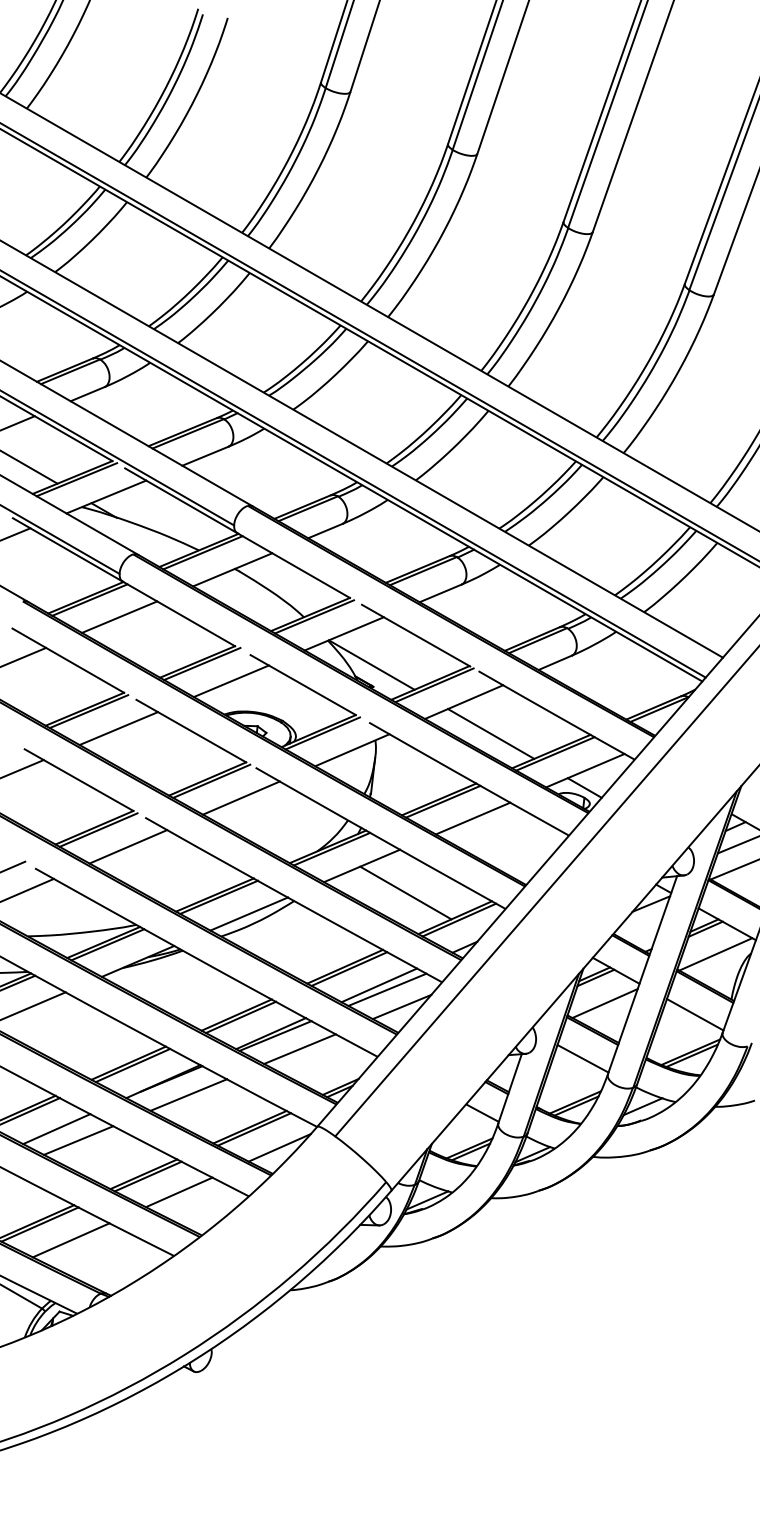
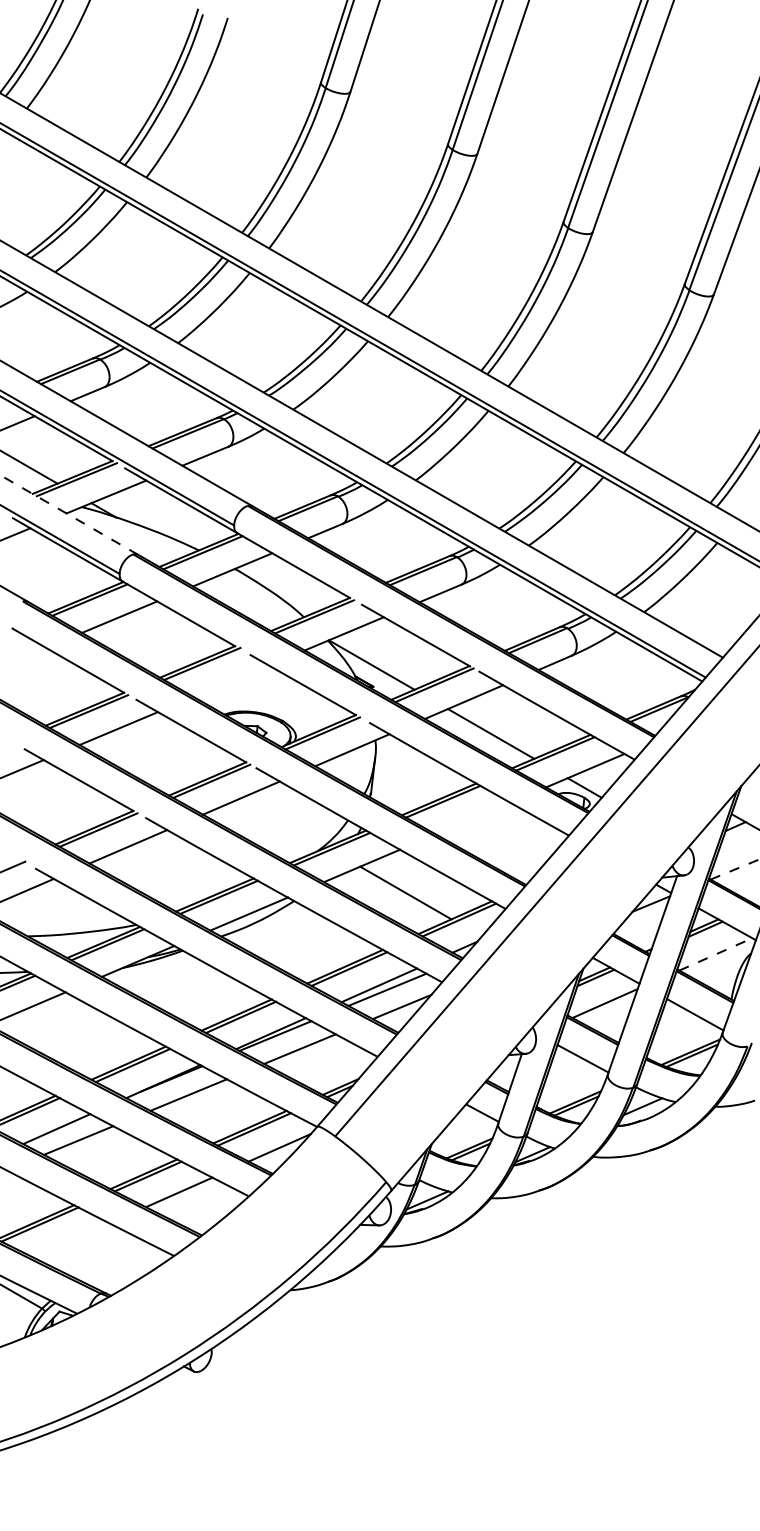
line at (68, 514): solid -> dashed
line at (24, 656): present -> none
line at (230, 681): present -> none
line at (472, 818): present -> none
line at (736, 845): present -> none
line at (735, 869): solid -> dashed
line at (715, 954): solid -> dashed
line at (70, 1240): present -> none
